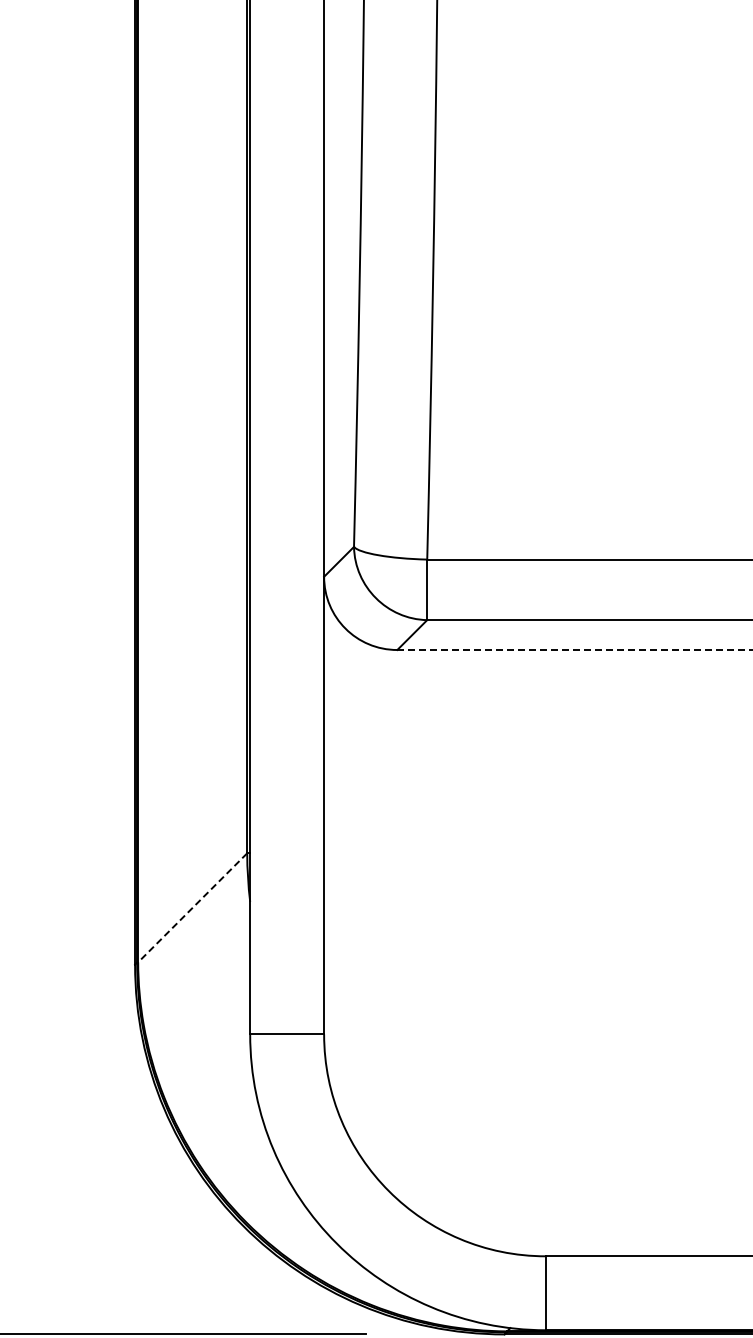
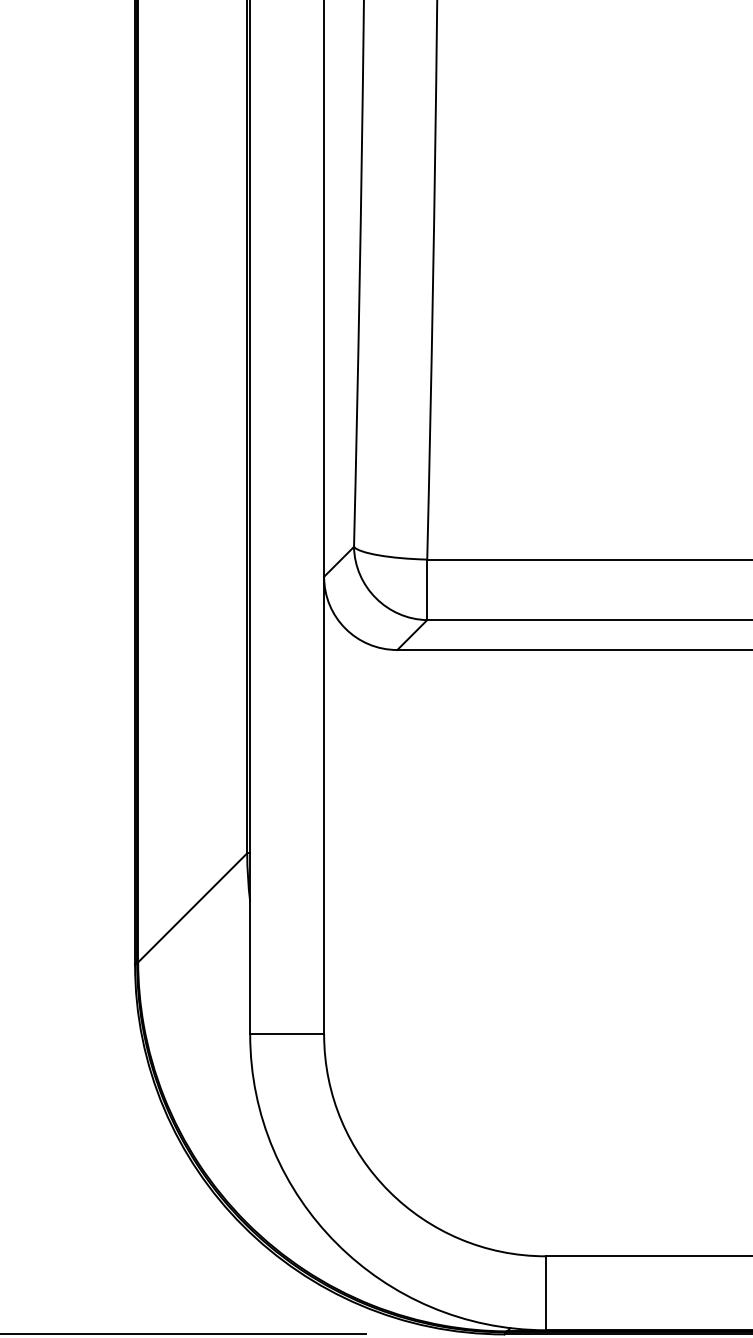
line at (575, 650): dashed -> solid
line at (192, 908): dashed -> solid
